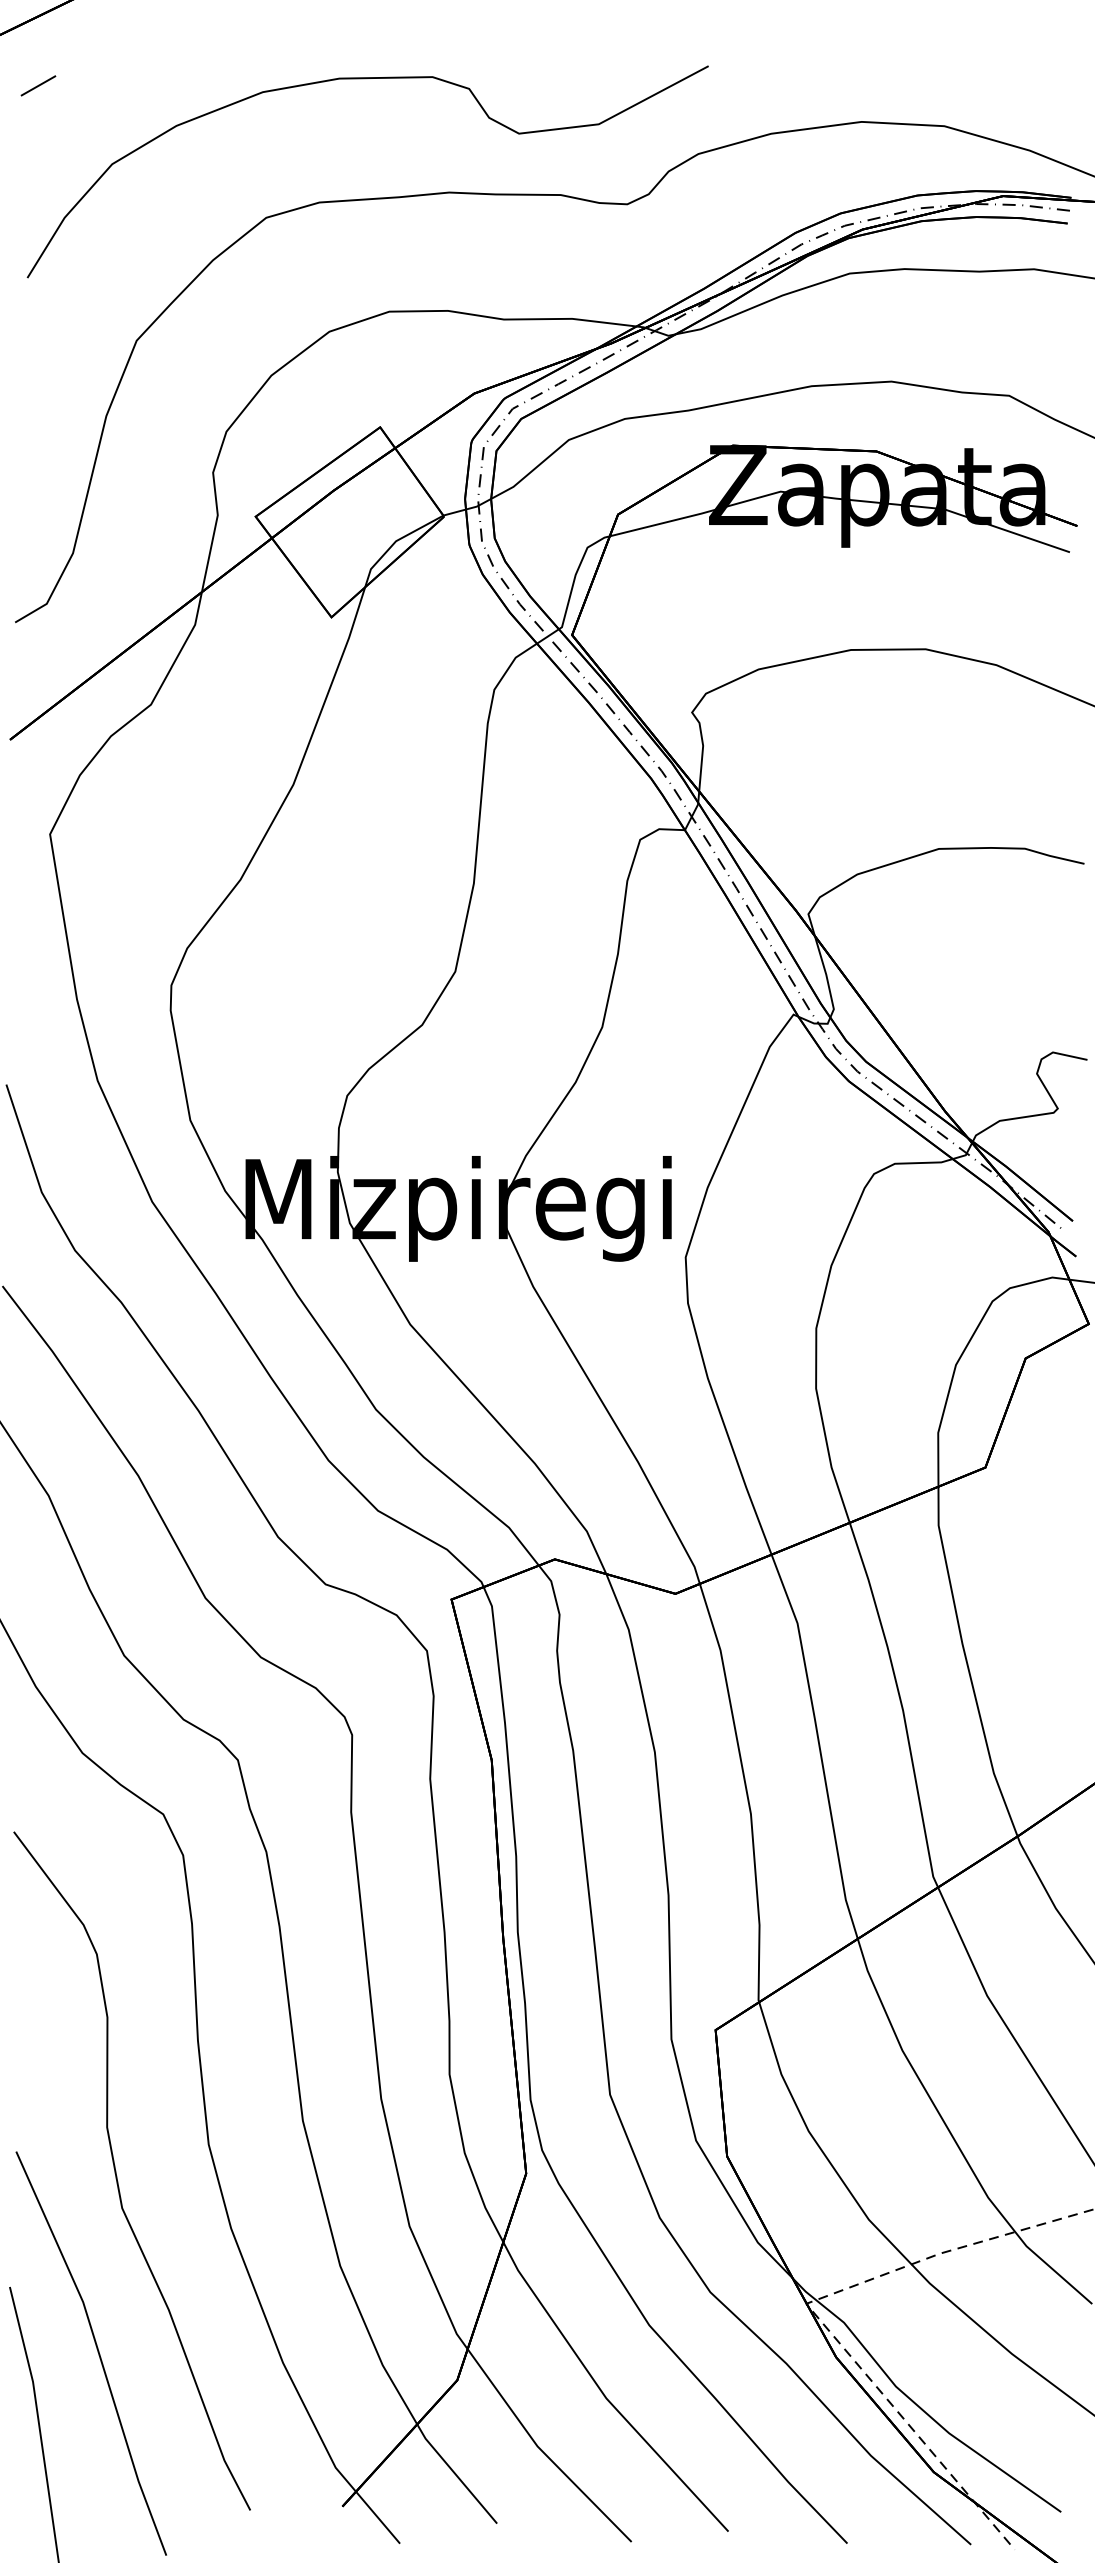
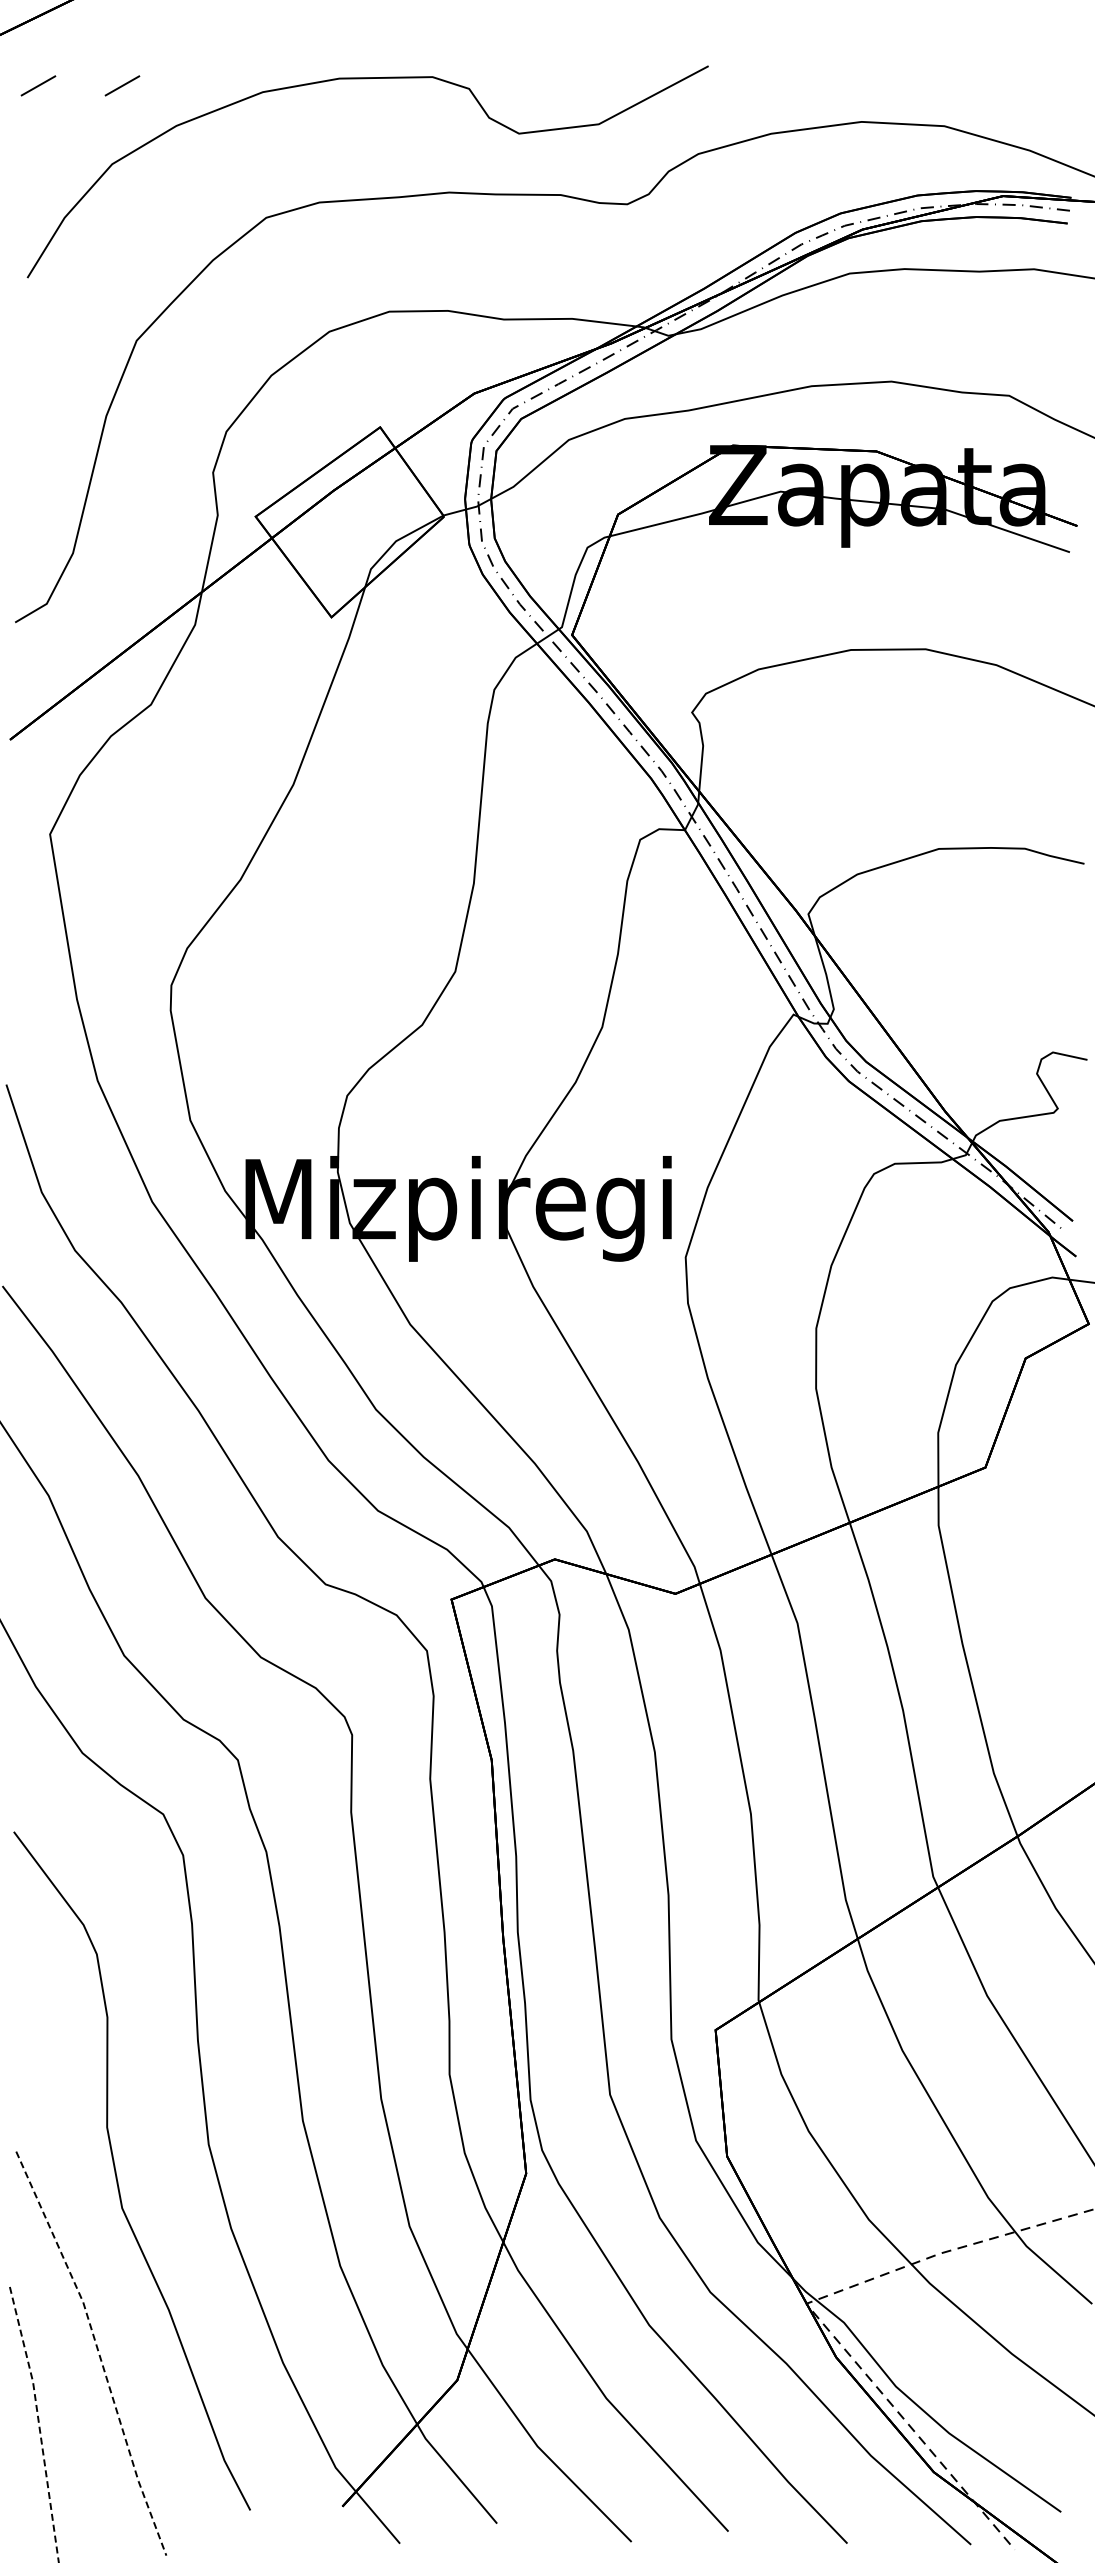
line at (122, 85): none -> present
line at (98, 2351): solid -> dashed
line at (38, 2423): solid -> dashed
